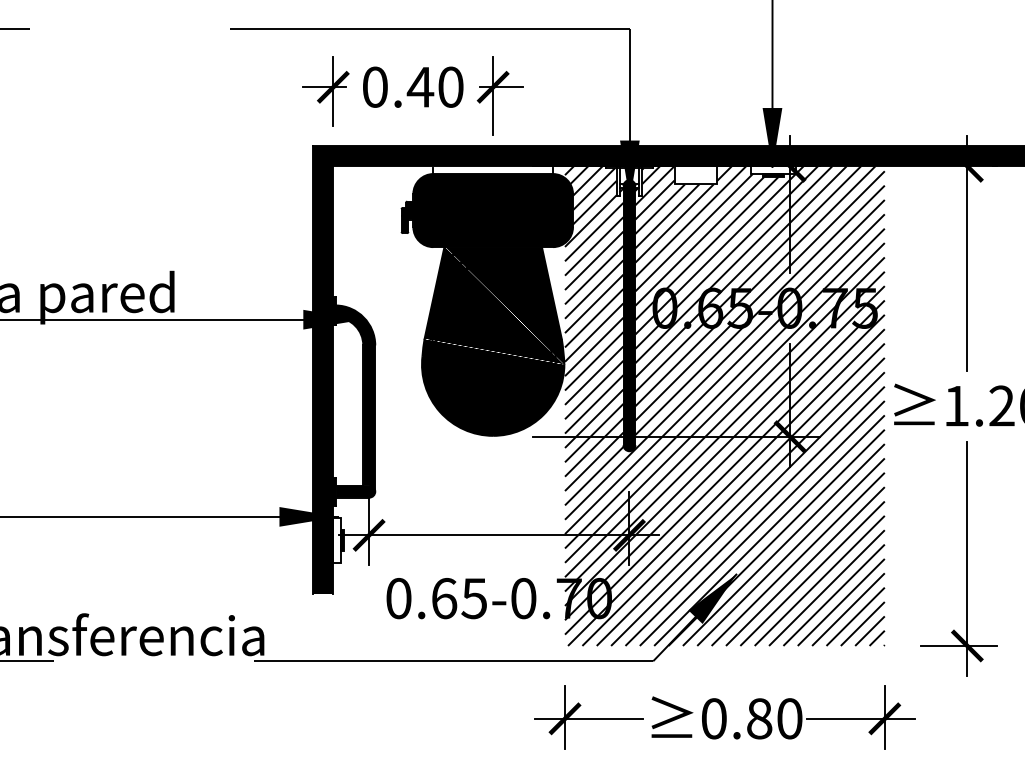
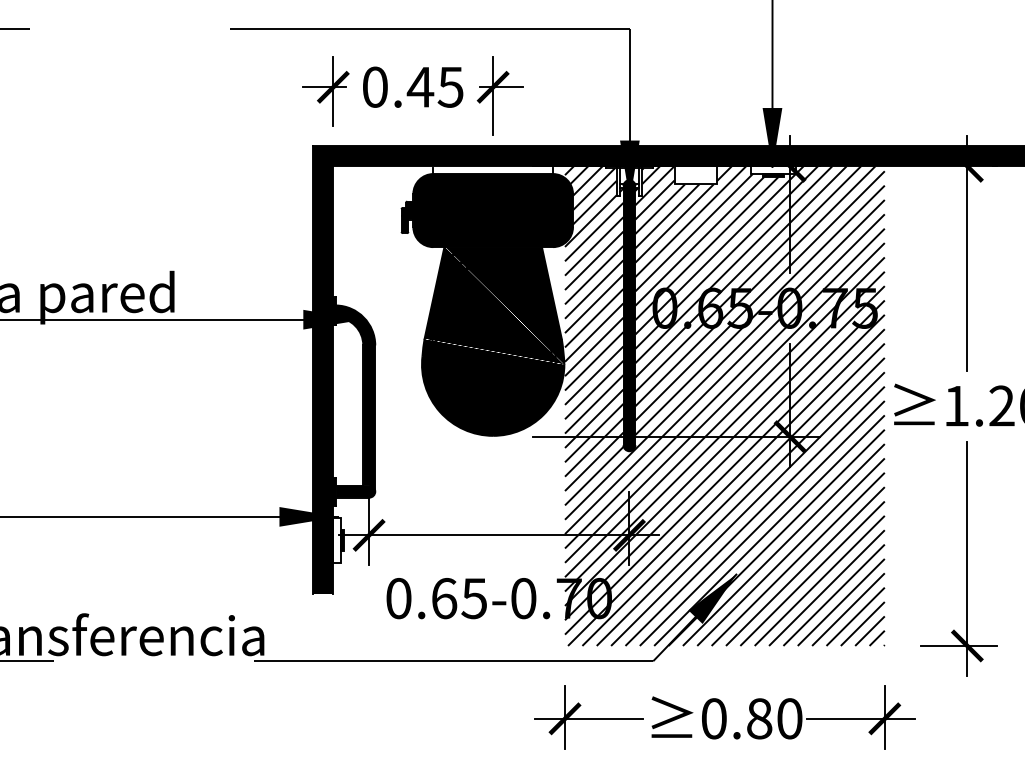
text at (450, 86): 0.40 -> 0.45
